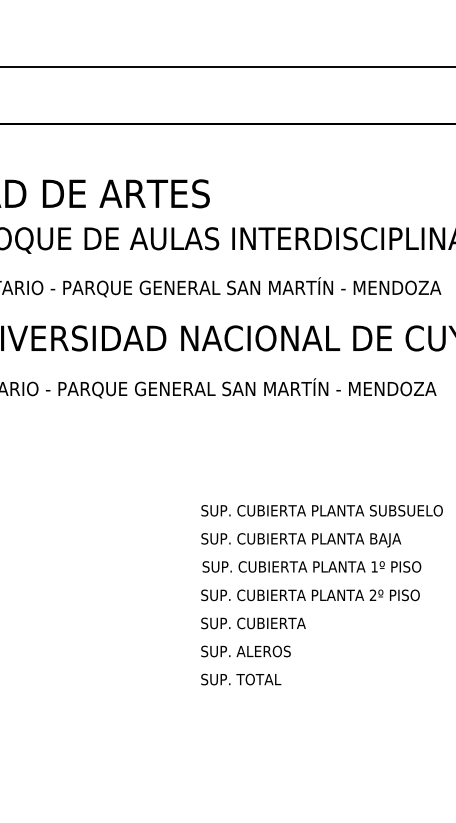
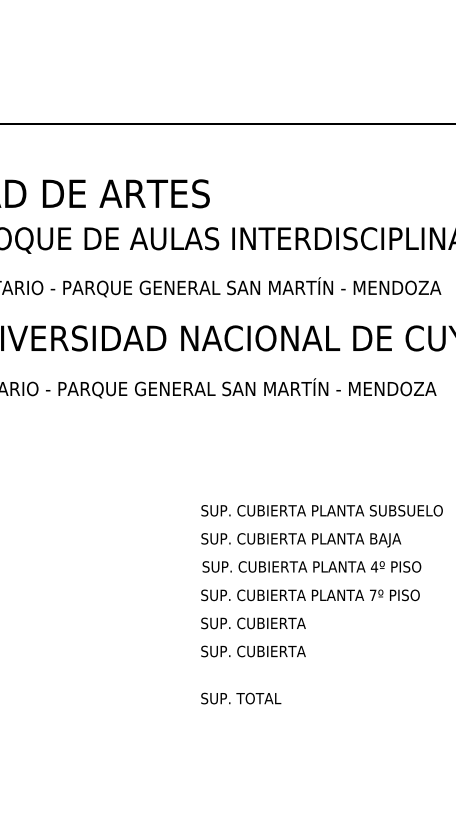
line at (227, 67): present -> none
text at (374, 566): 1º -> 4º
text at (372, 594): 2º -> 7º
text at (270, 651): SUP. ALEROS -> SUP. CUBIERTA
text at (241, 679) position: (241, 679) -> (241, 698)
